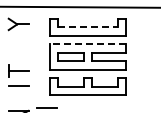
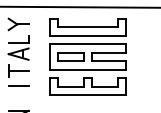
line at (88, 27): dashed -> solid
line at (87, 44): dashed -> solid
part at (18, 47): none -> present
line at (46, 107): present -> none
